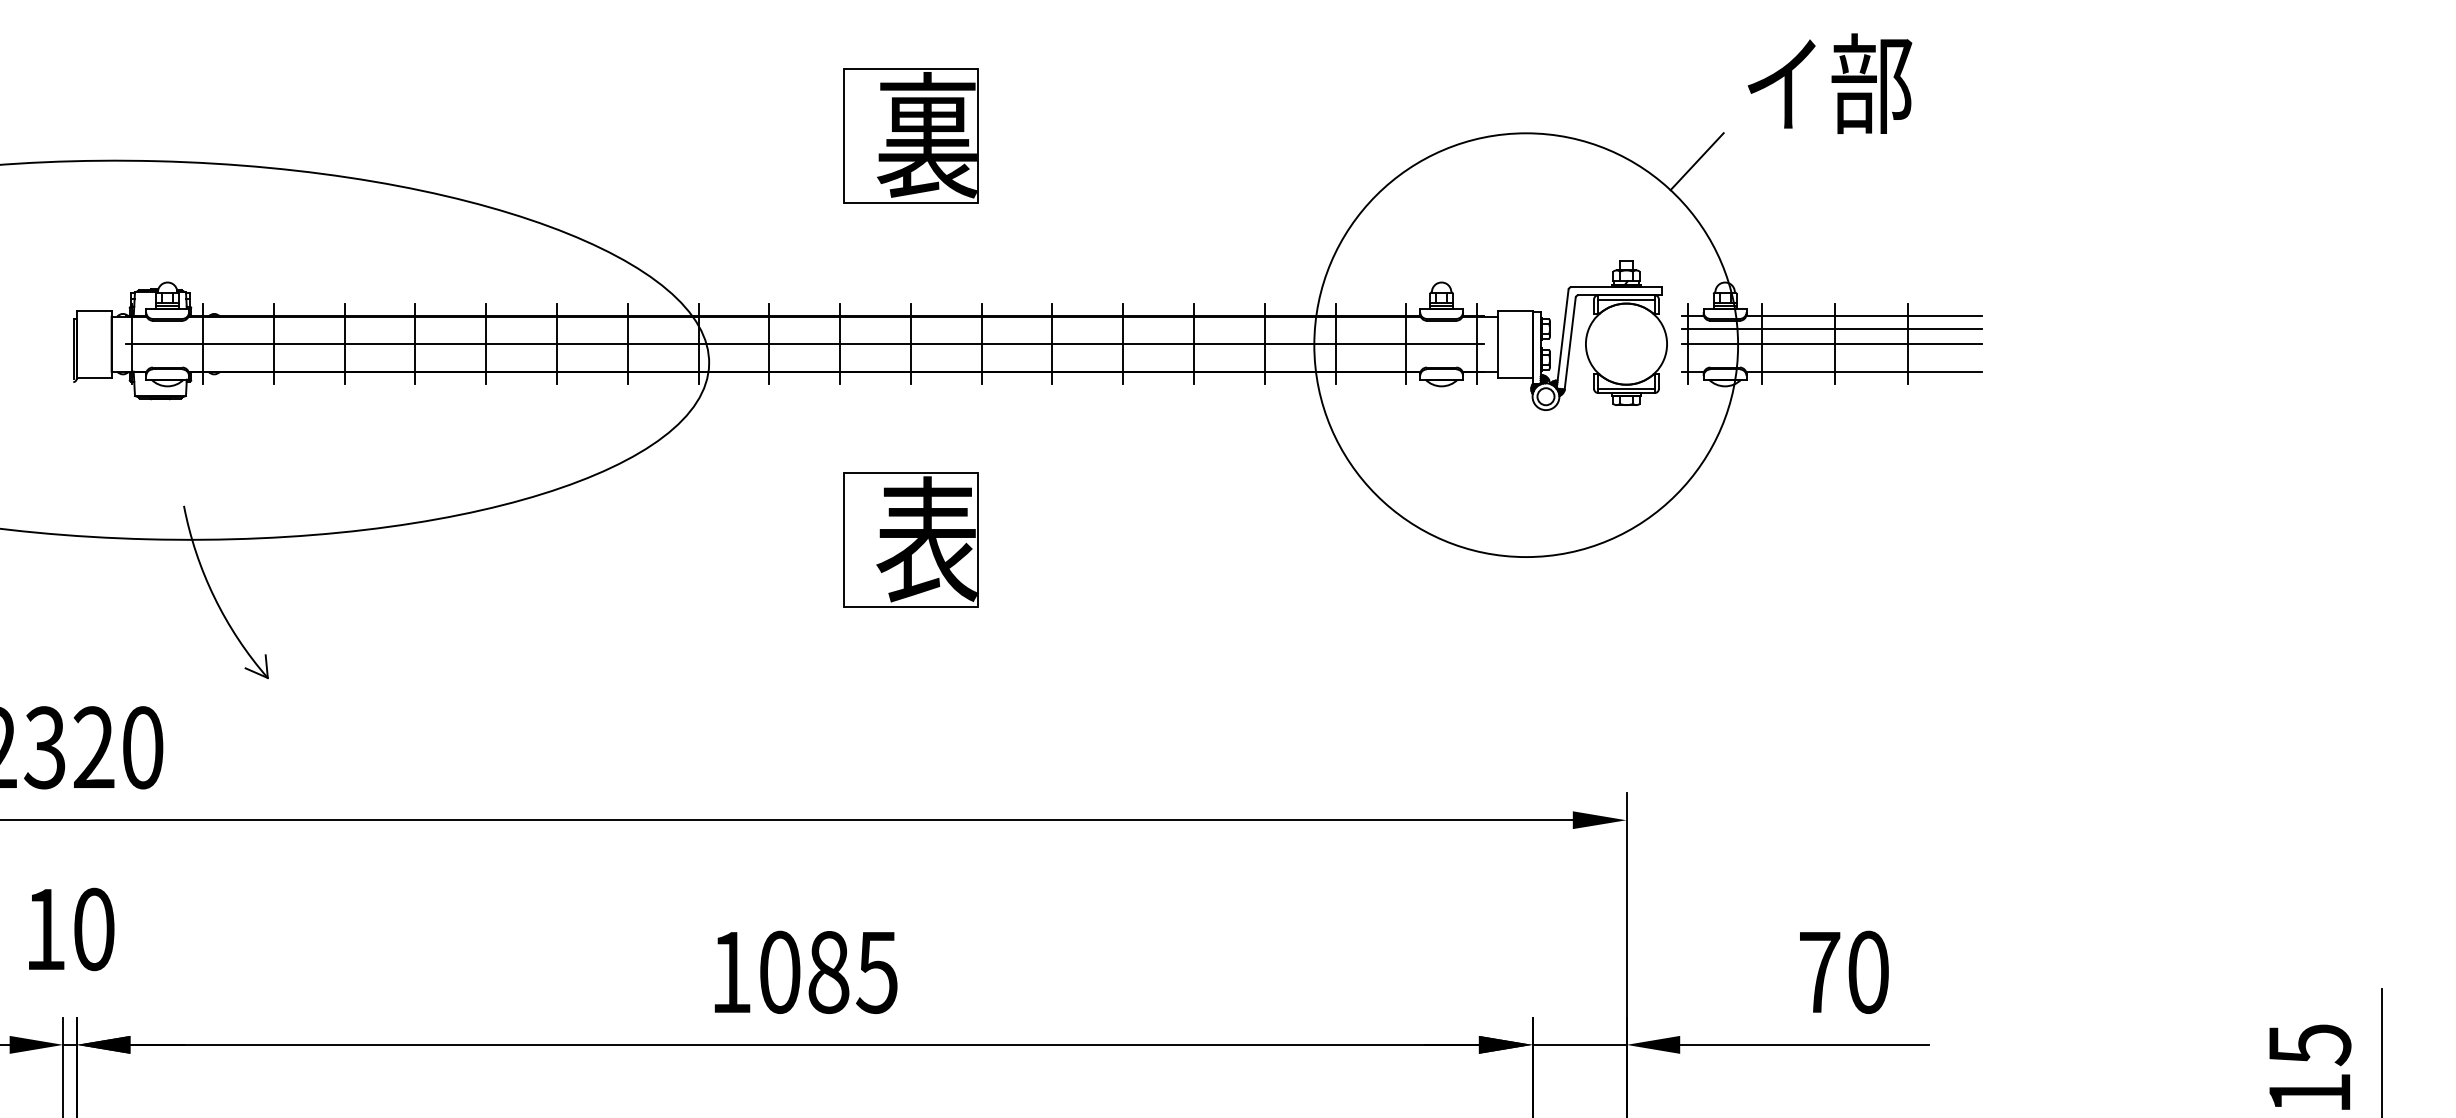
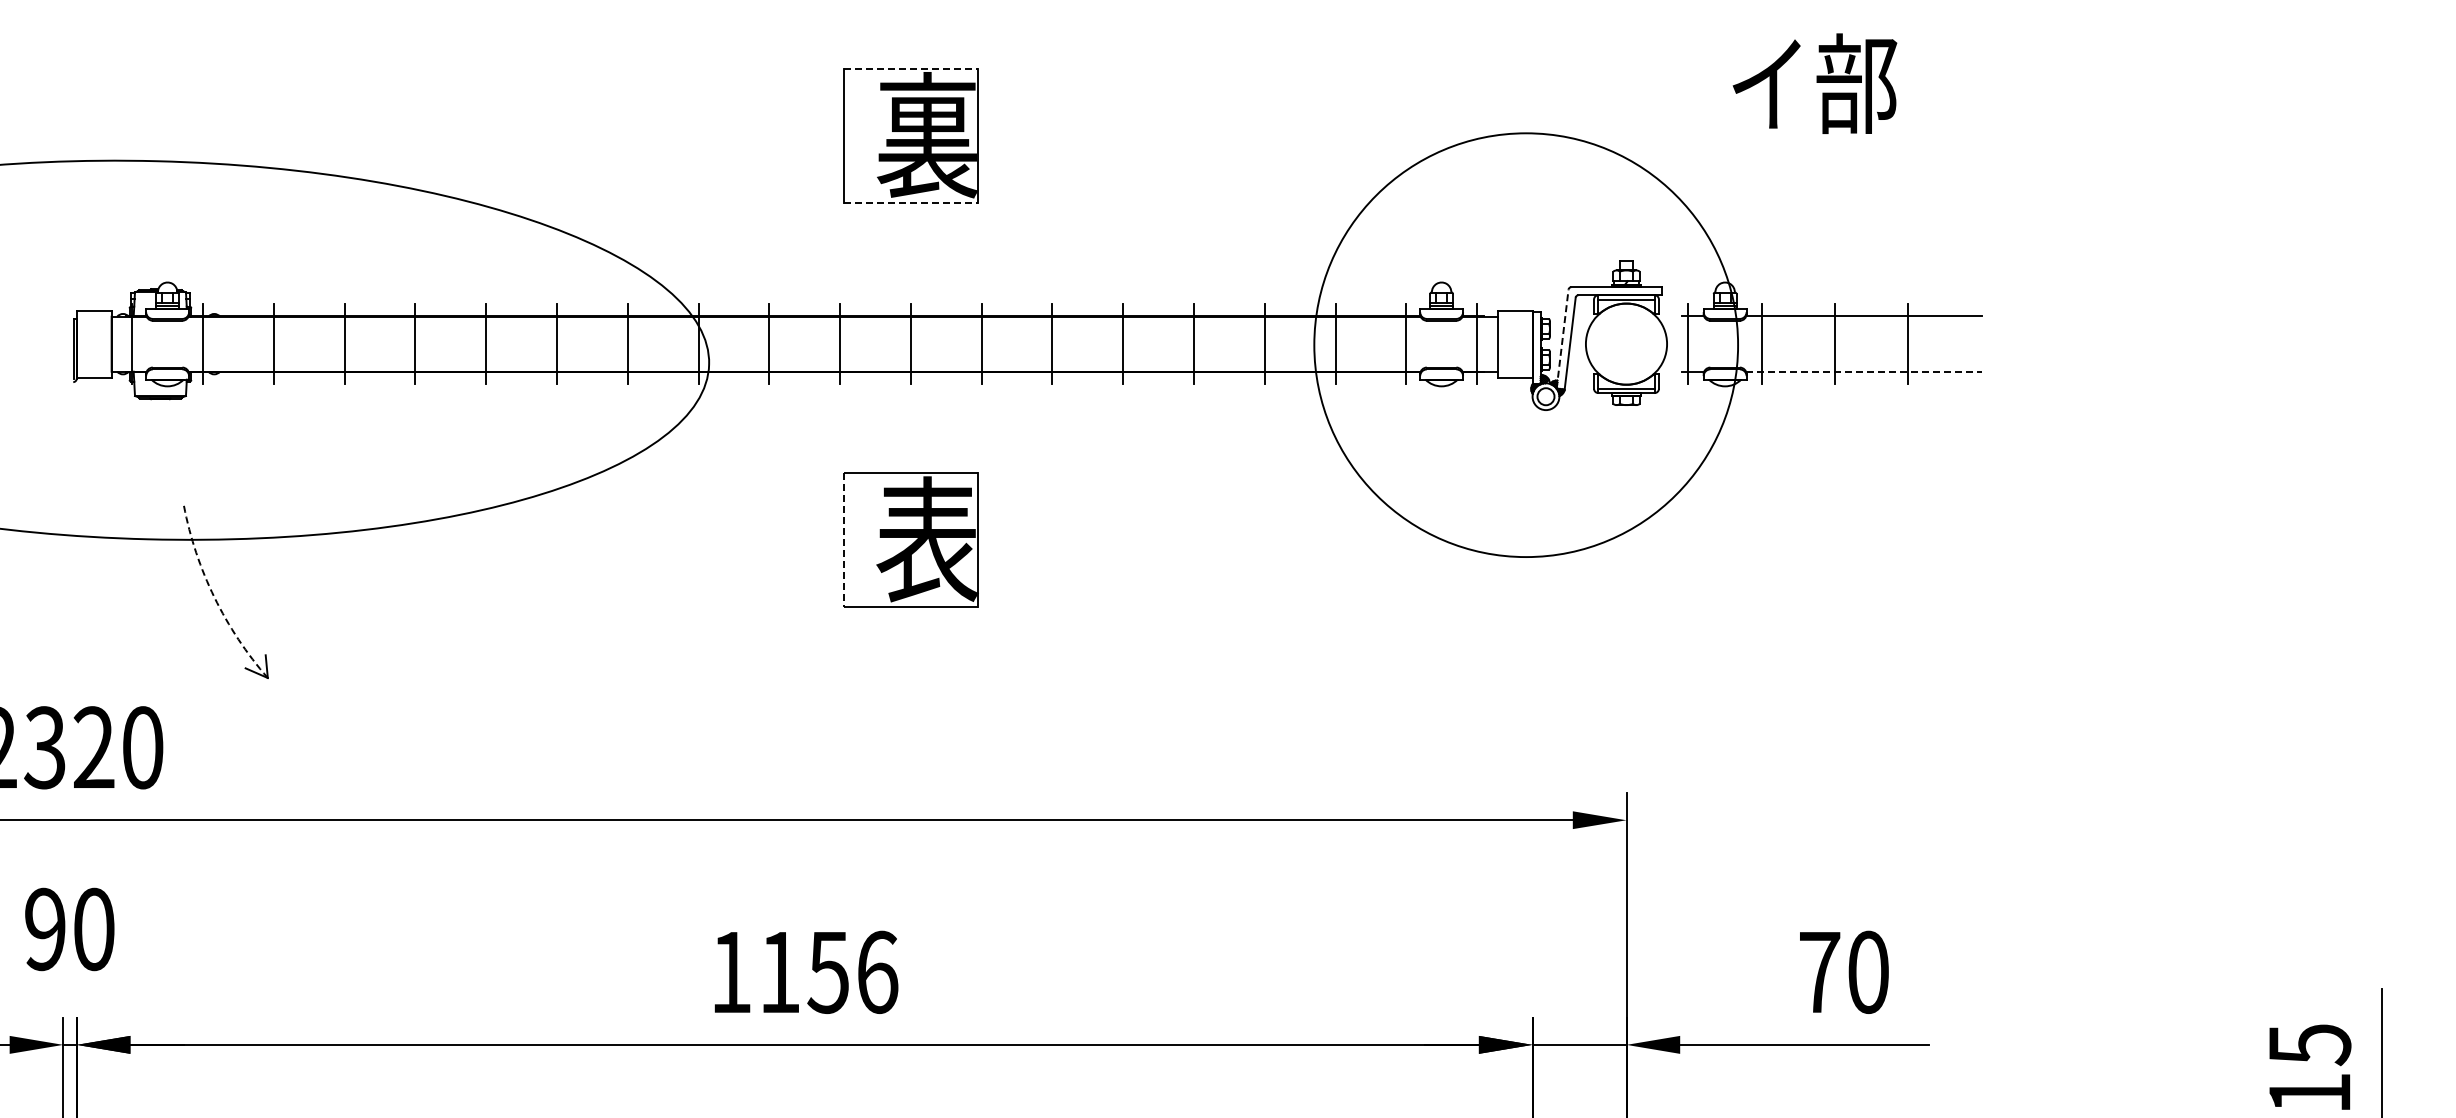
line at (911, 68): solid -> dashed
text at (1829, 83) position: (1829, 83) -> (1814, 83)
line at (1696, 161): present -> none
line at (911, 203): solid -> dashed
line at (1831, 329): present -> none
line at (1562, 339): solid -> dashed
line at (804, 344): present -> none
line at (1831, 344): present -> none
line at (1863, 372): solid -> dashed
line at (844, 540): solid -> dashed
arc at (214, 597): solid -> dashed
text at (45, 929): 10 -> 90
text at (829, 972): 1085 -> 1156
